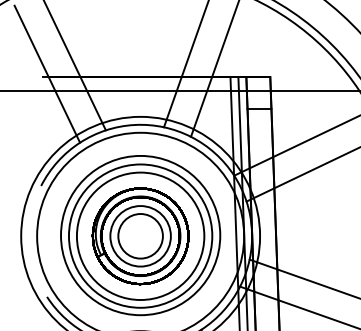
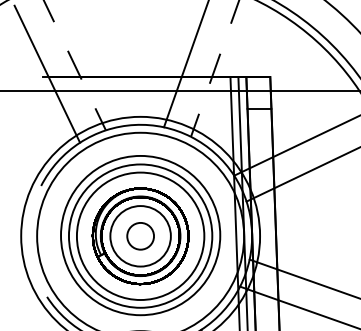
line at (74, 65): solid -> dashed
line at (214, 69): solid -> dashed
circle at (140, 236) diameter: 45 px -> 27 px
